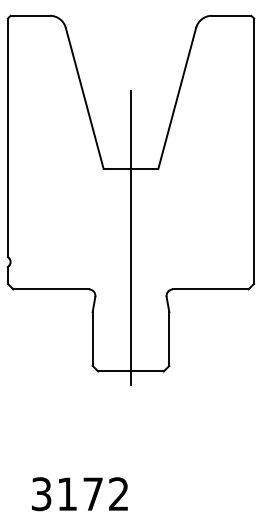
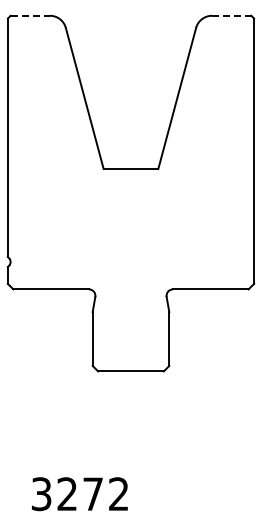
line at (30, 15): solid -> dashed
line at (231, 15): solid -> dashed
line at (131, 237): present -> none
text at (66, 493): 3172 -> 3272
